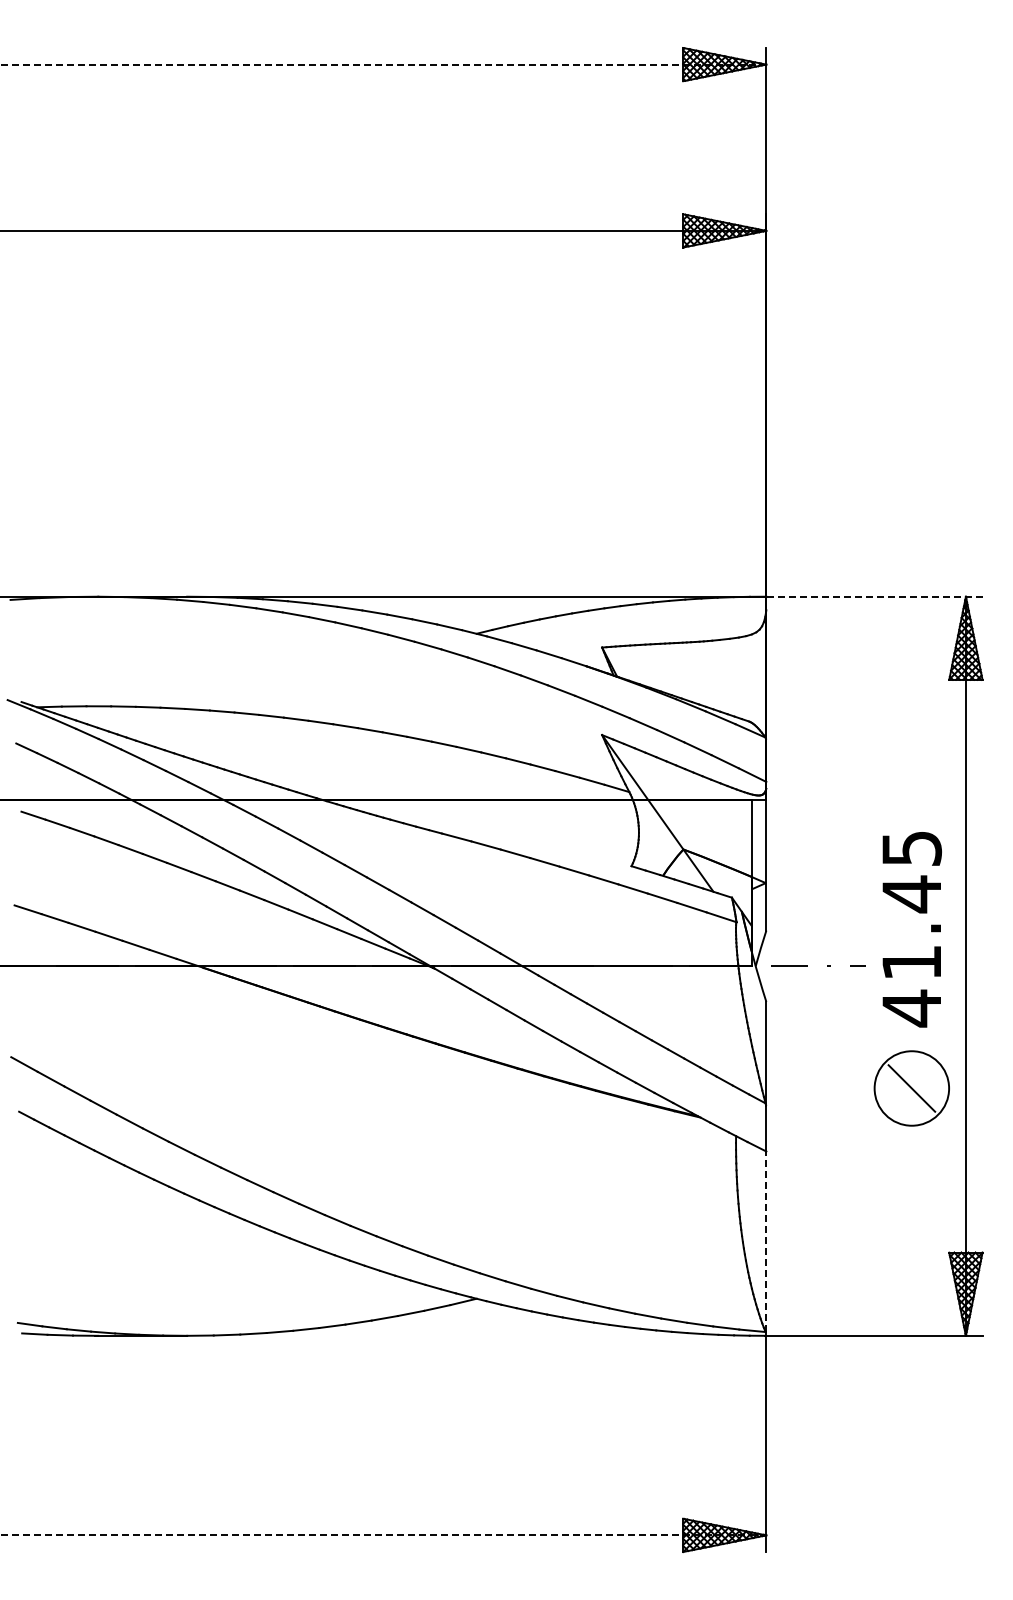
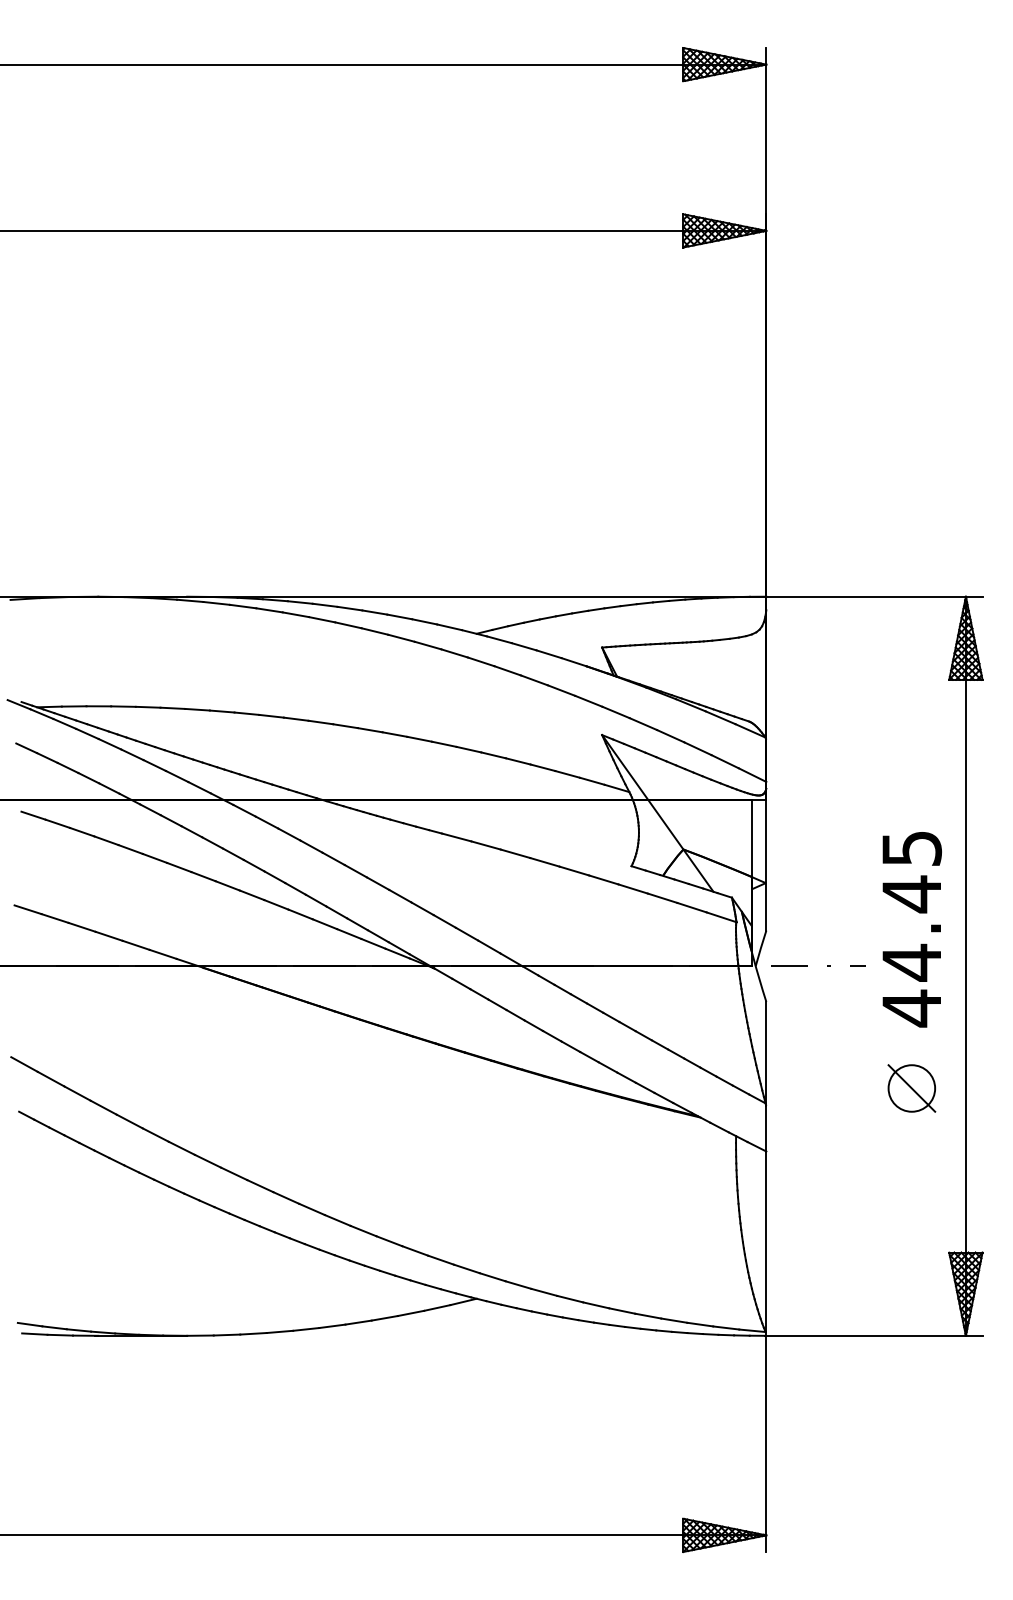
line at (383, 64): dashed -> solid
line at (873, 596): dashed -> solid
text at (911, 962): 41.45 -> 44.45
circle at (911, 1088) diameter: 74 px -> 47 px
line at (766, 1241): dashed -> solid
line at (383, 1535): dashed -> solid
